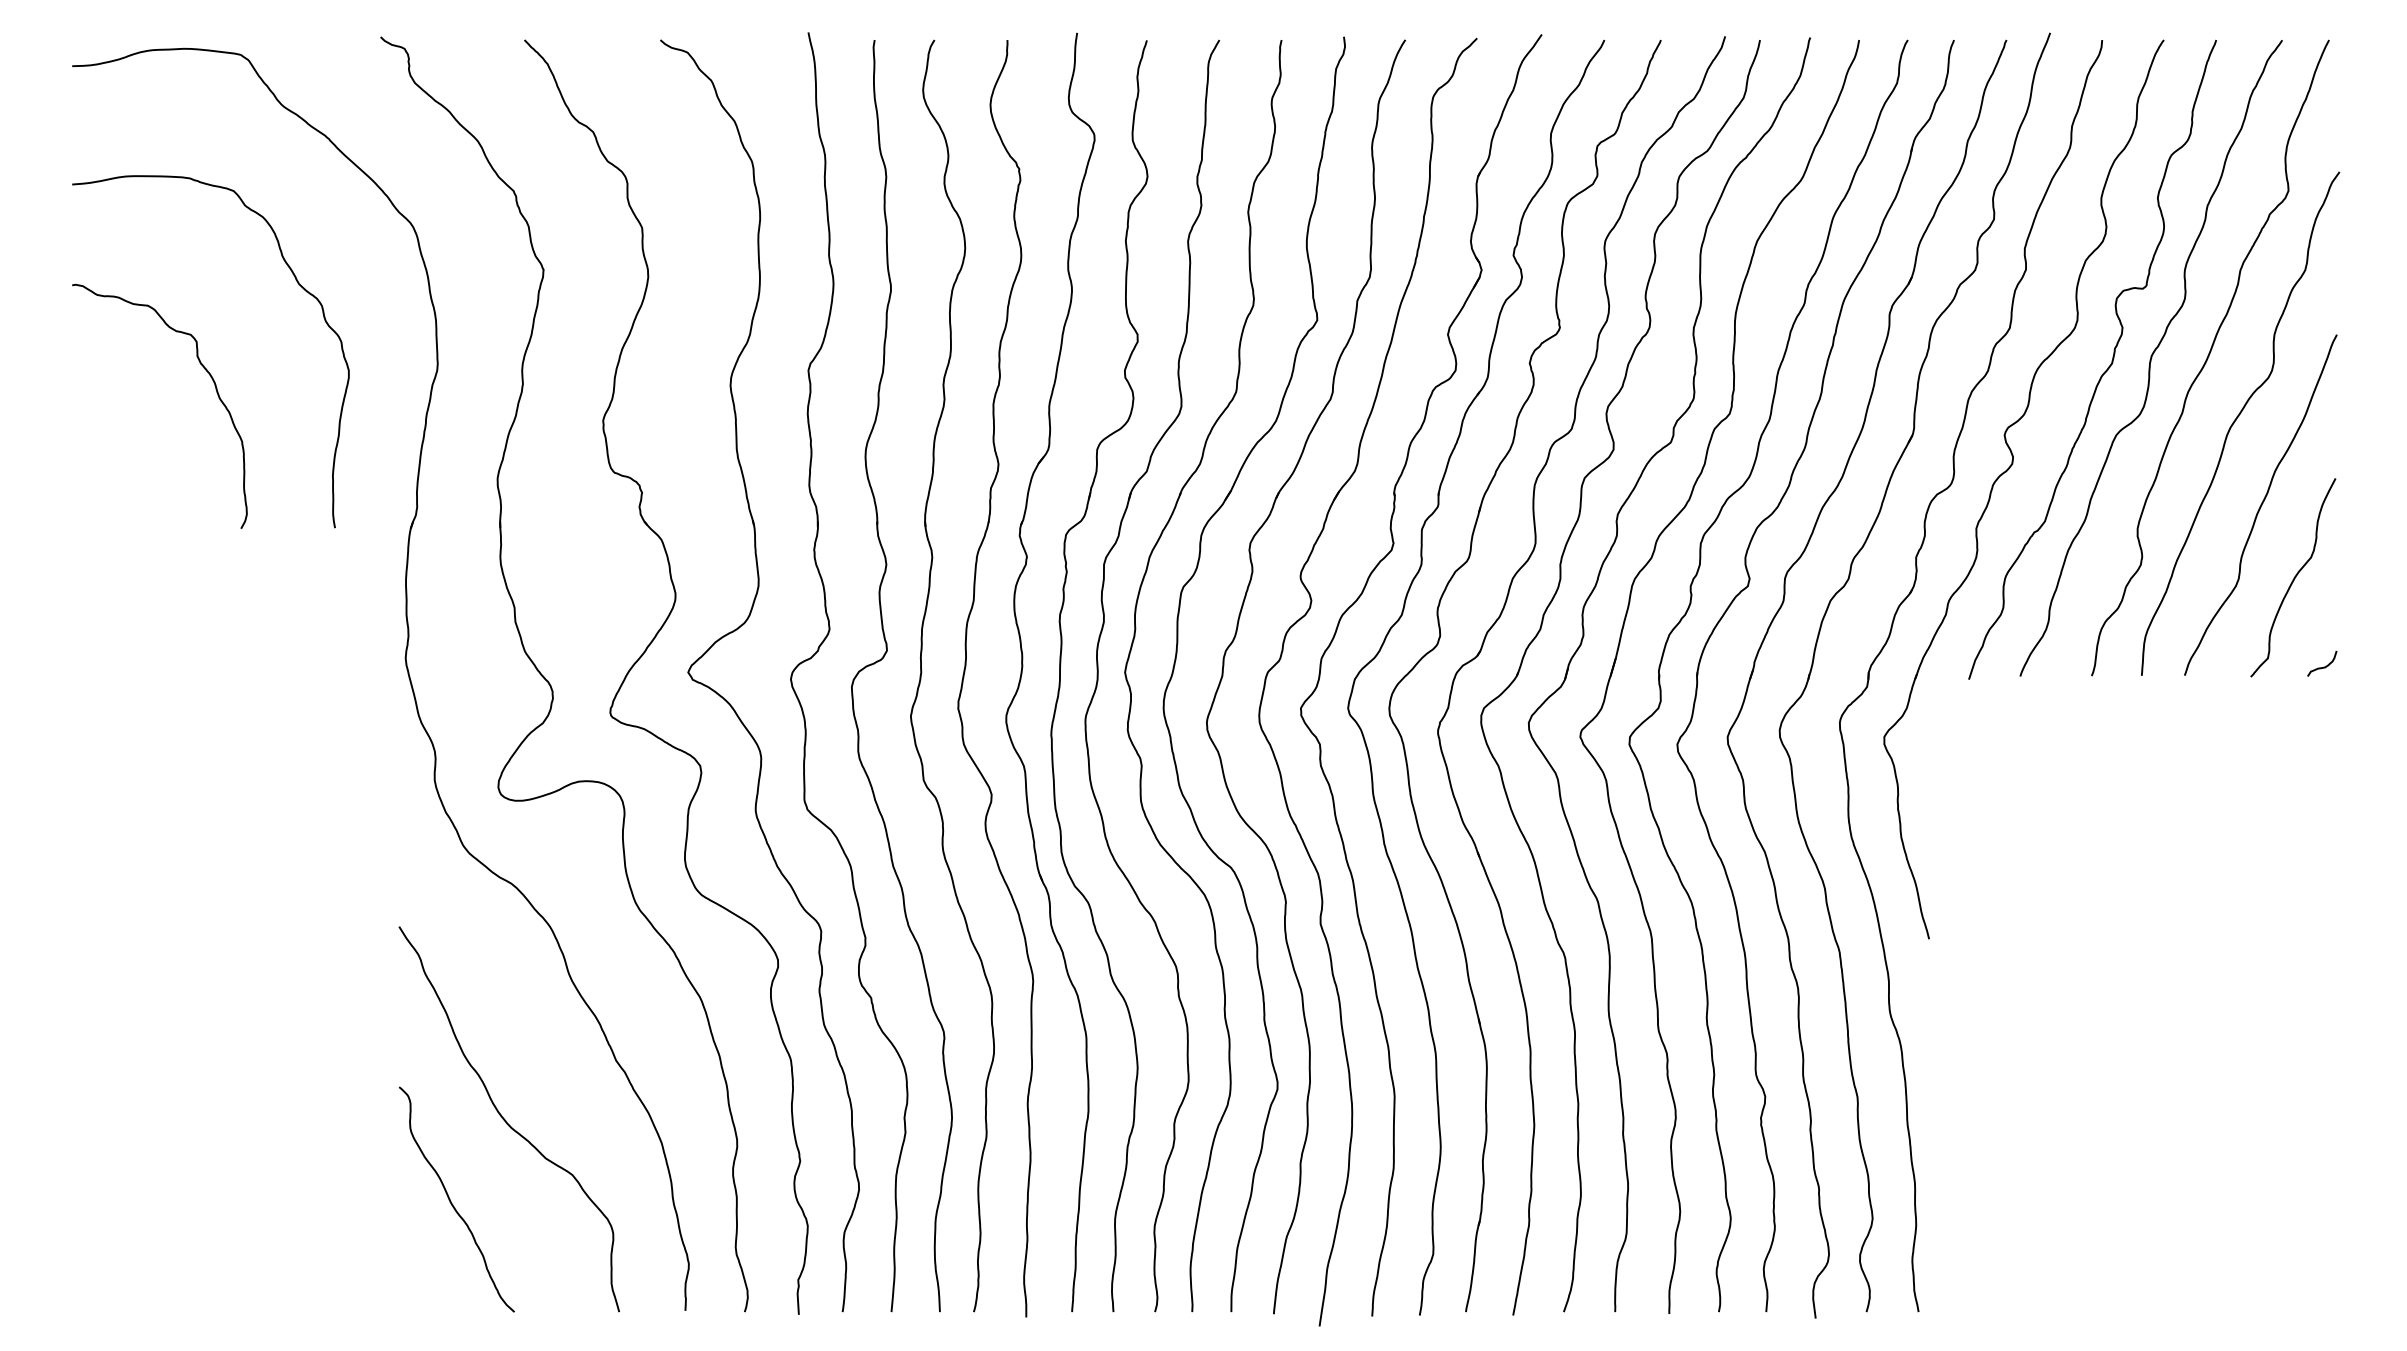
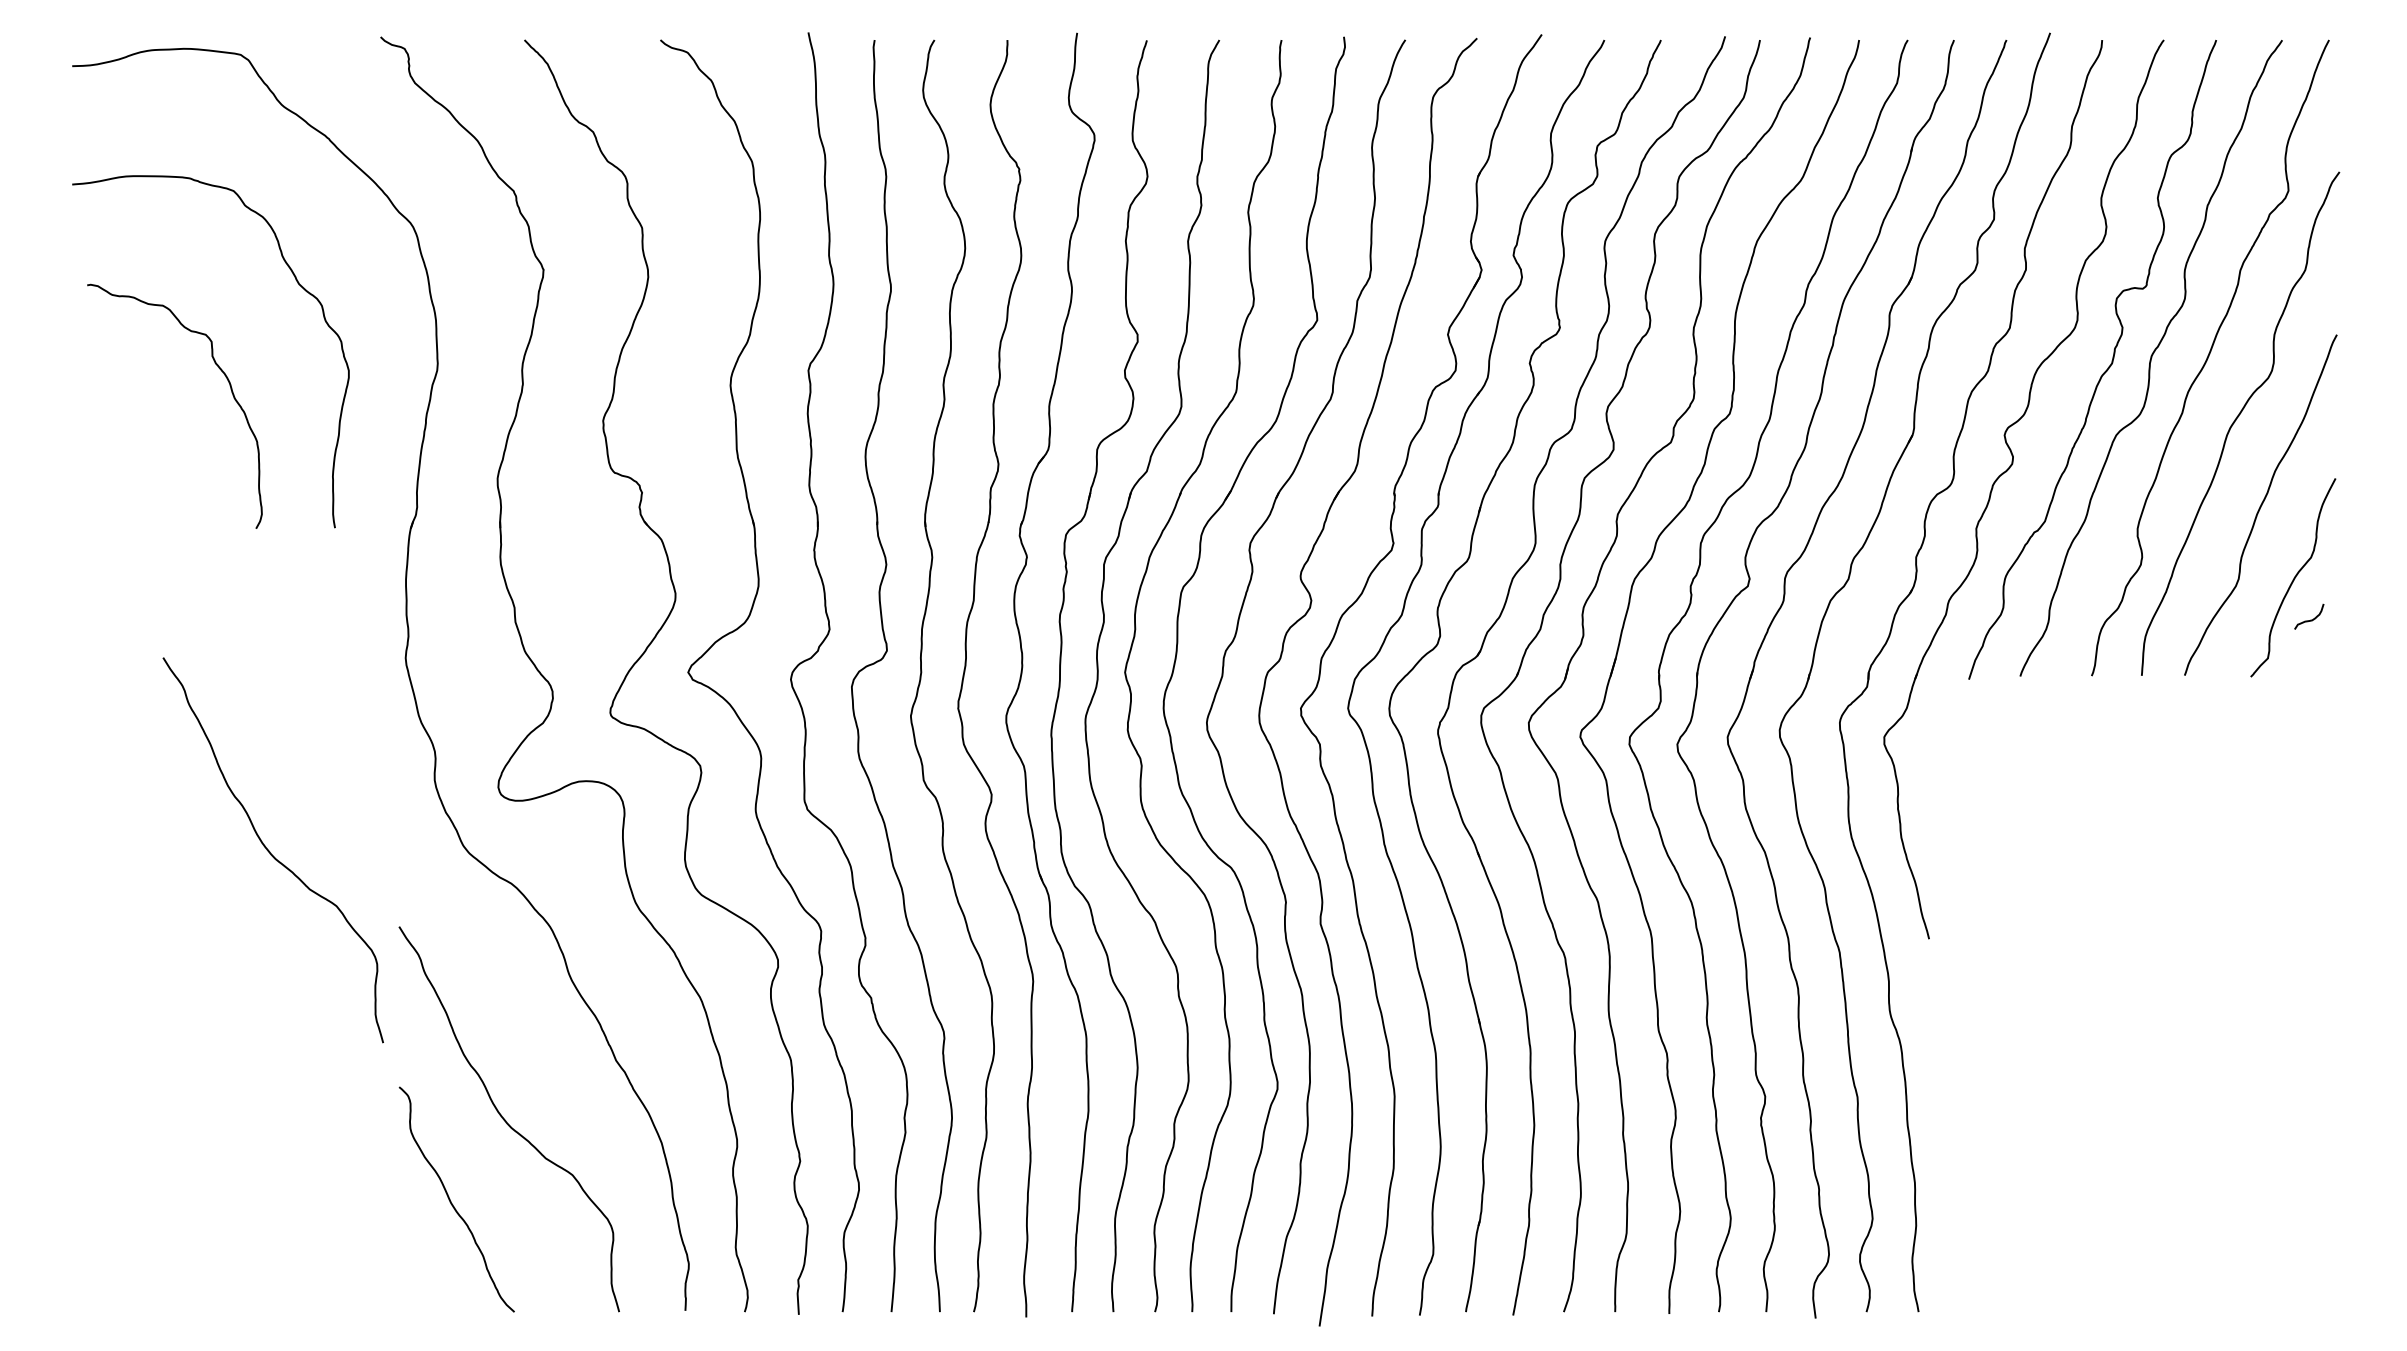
curve at (203, 368) position: (203, 368) -> (218, 368)
curve at (2323, 666) position: (2323, 666) -> (2310, 619)
curve at (270, 851): none -> present
